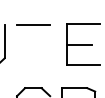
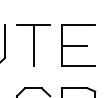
part at (83, 44) position: (83, 44) -> (78, 45)
line at (33, 45): none -> present
